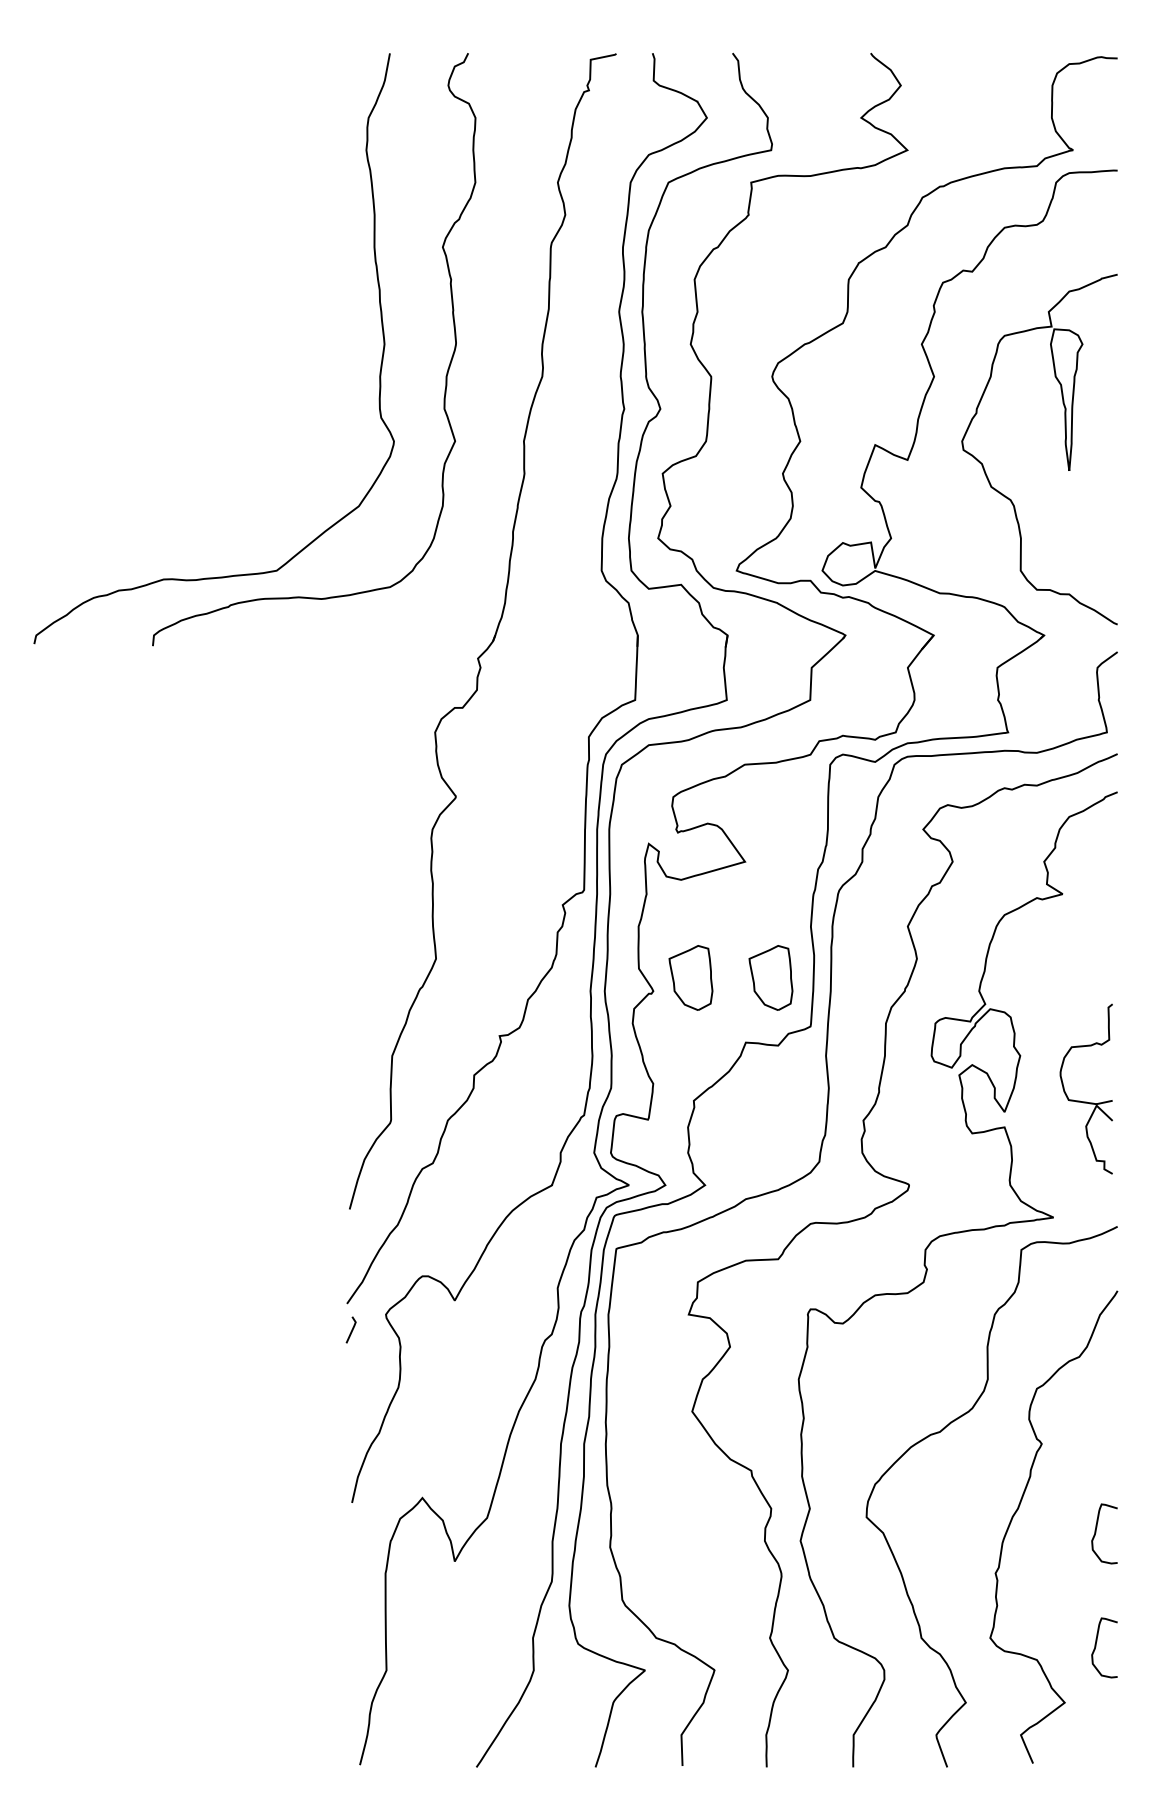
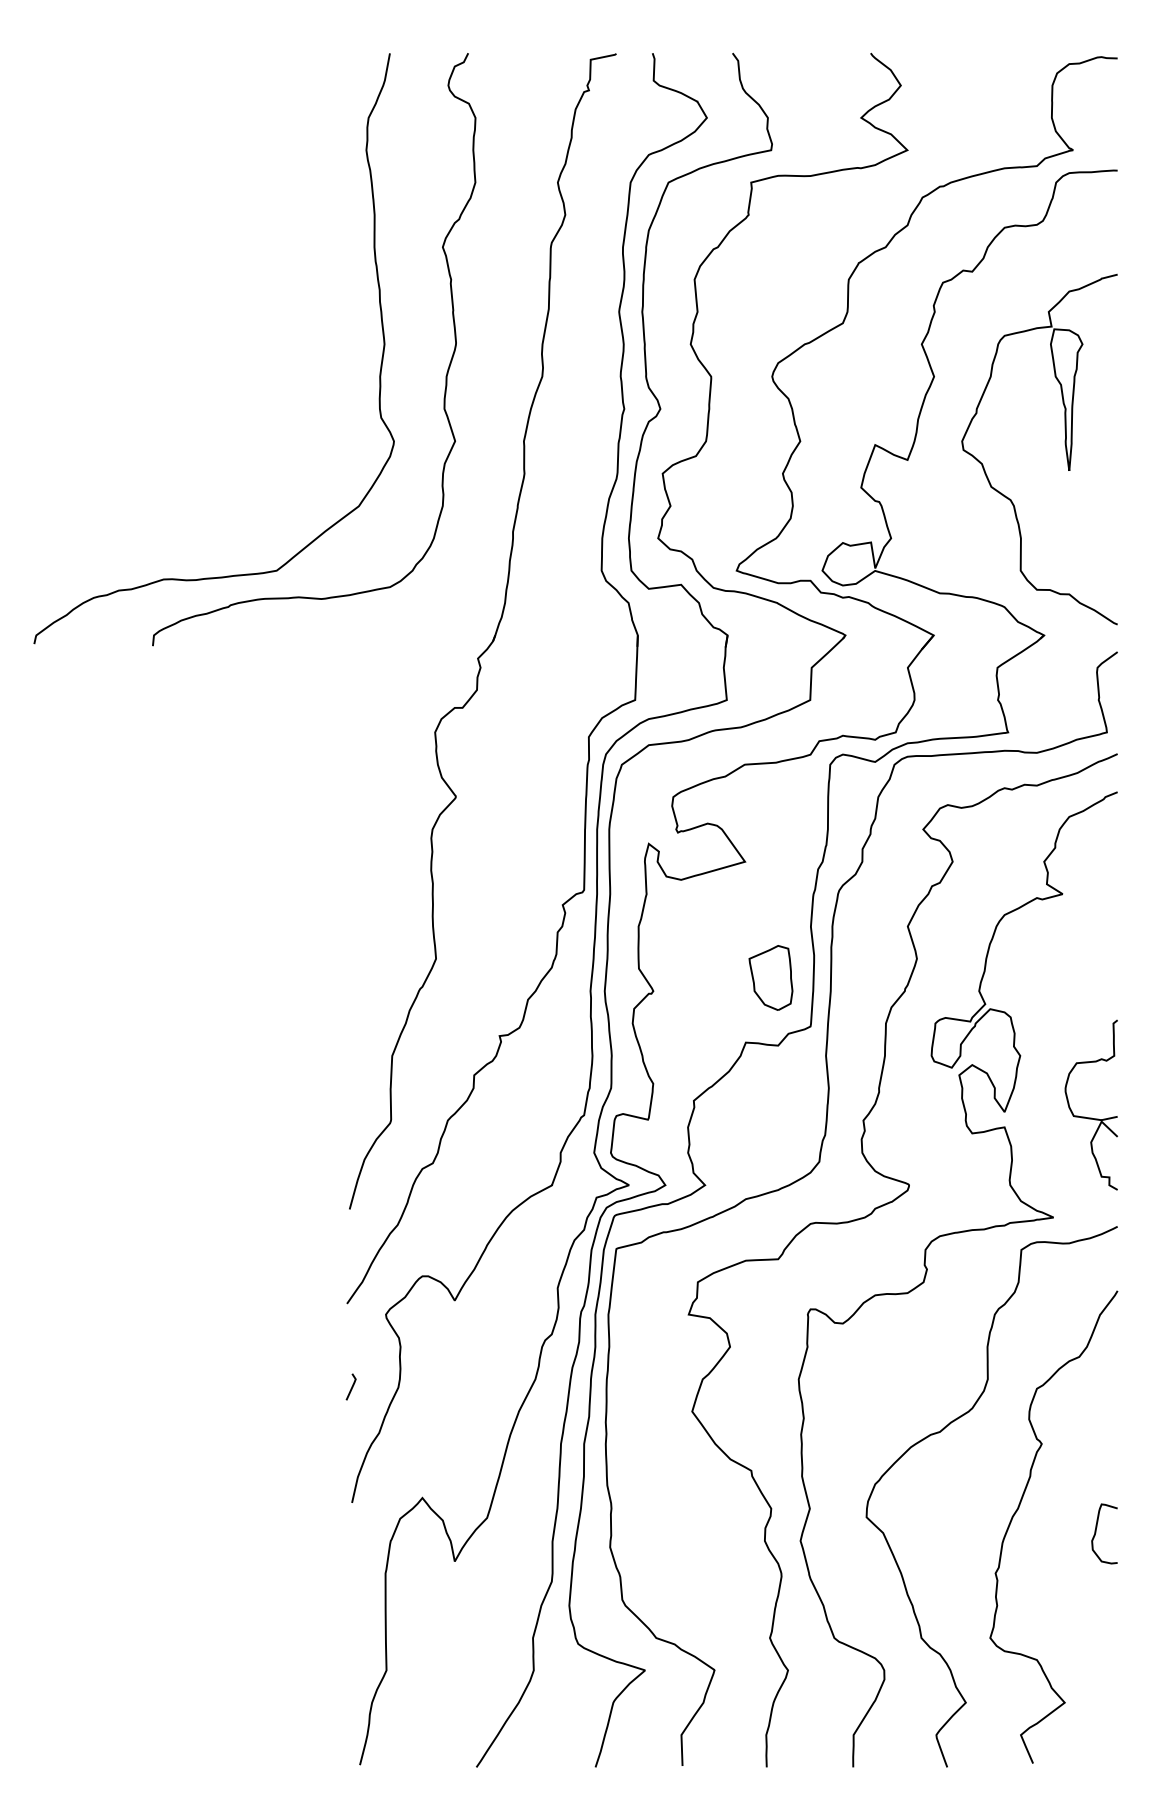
part at (690, 977): present -> none
part at (1080, 1100) position: (1080, 1100) -> (1085, 1116)
line at (351, 1329) position: (351, 1329) -> (351, 1386)
curve at (1096, 1647): present -> none
